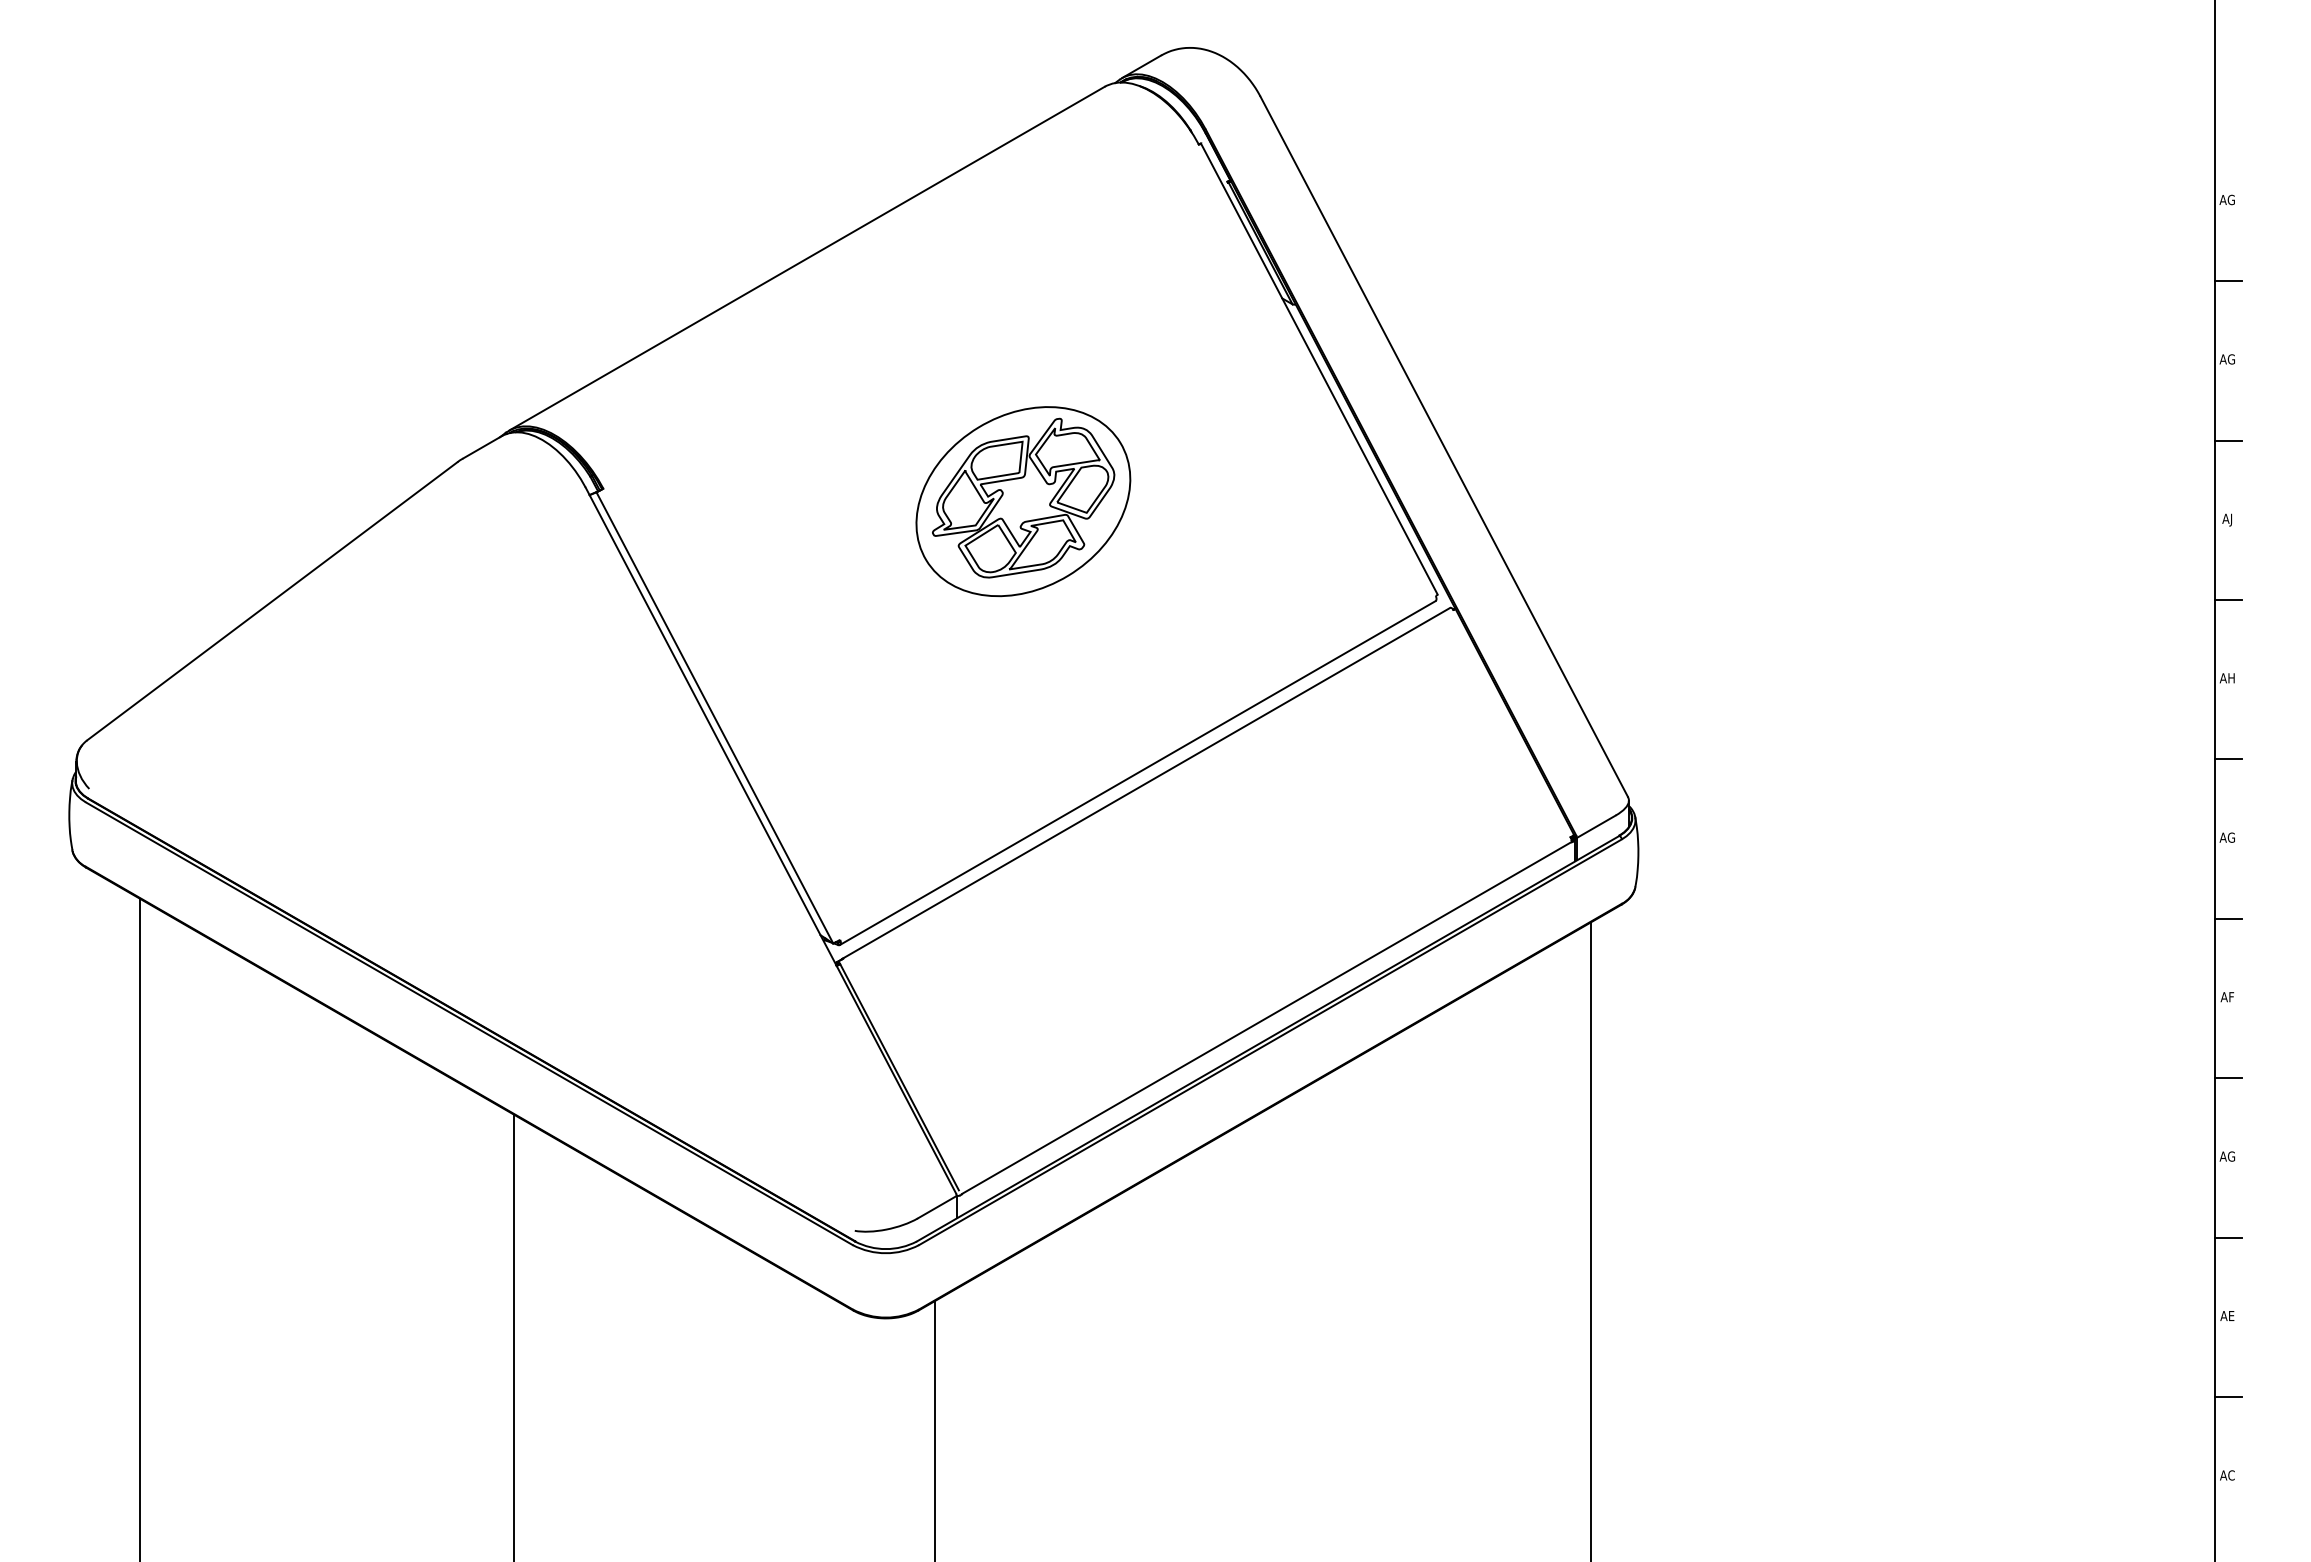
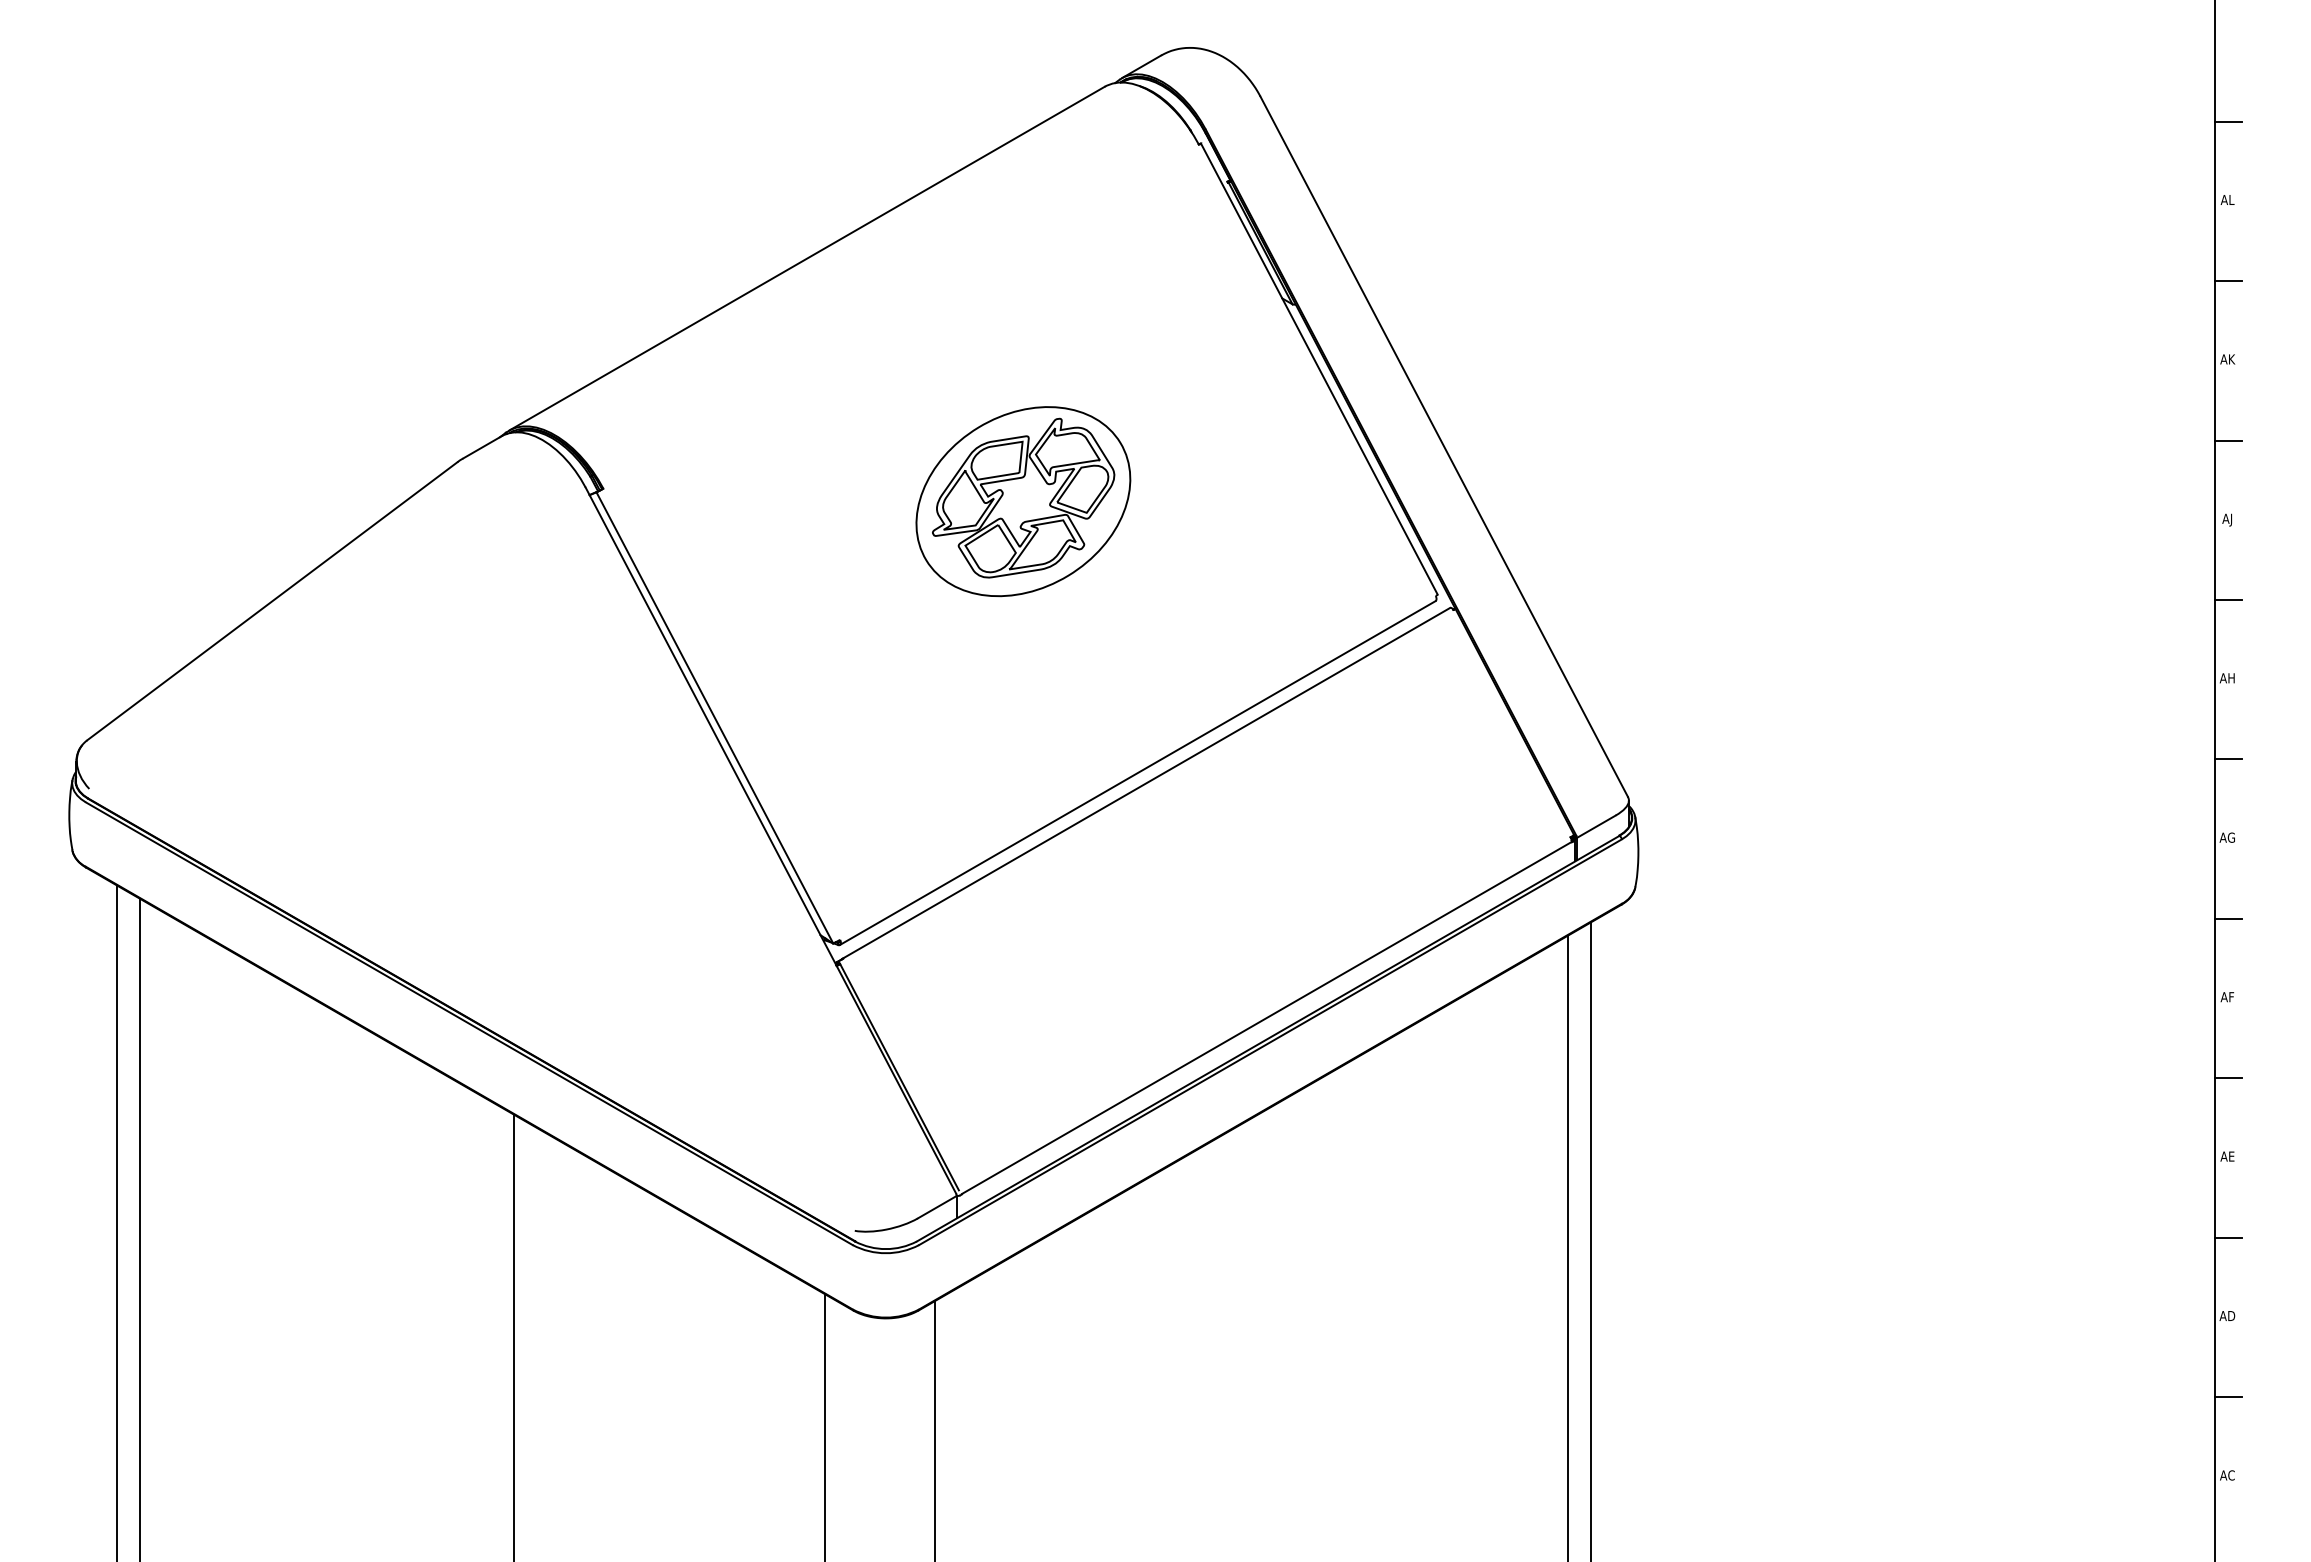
line at (2227, 121): none -> present
text at (2226, 199): AG -> AL
text at (2227, 359): AG -> AK
text at (2227, 1156): AG -> AE
line at (116, 1221): none -> present
line at (1567, 1246): none -> present
text at (2227, 1316): AE -> AD
line at (824, 1425): none -> present
